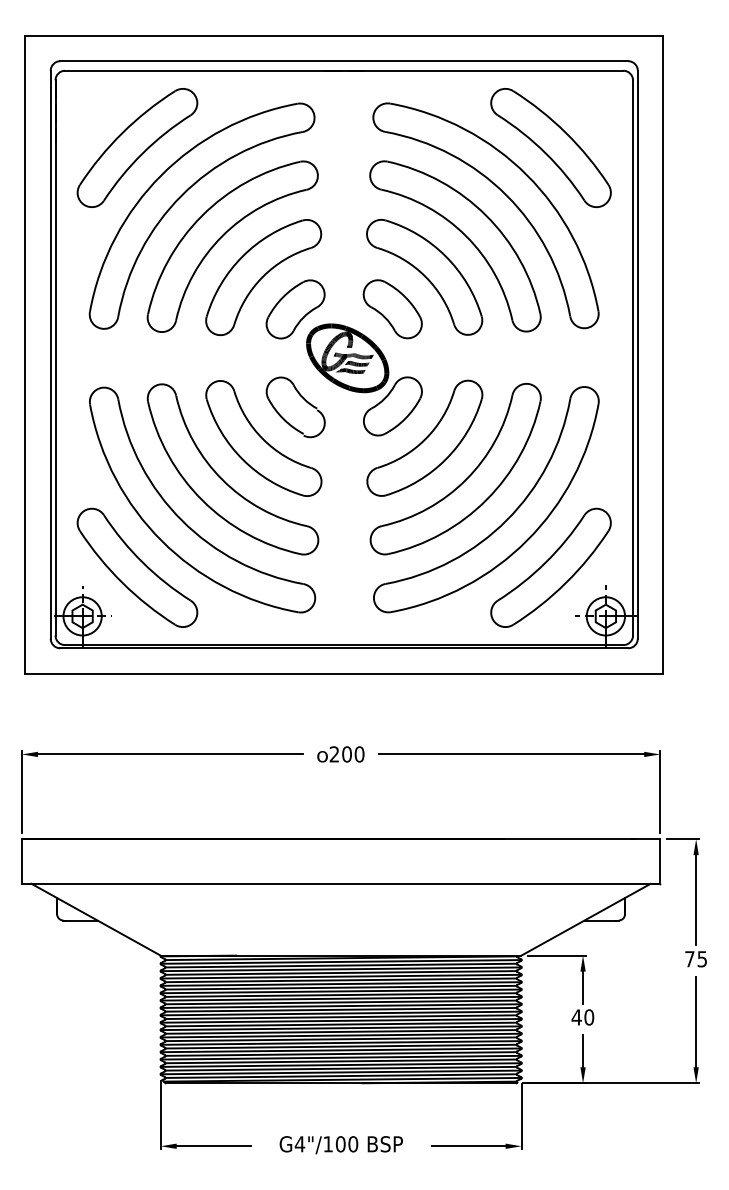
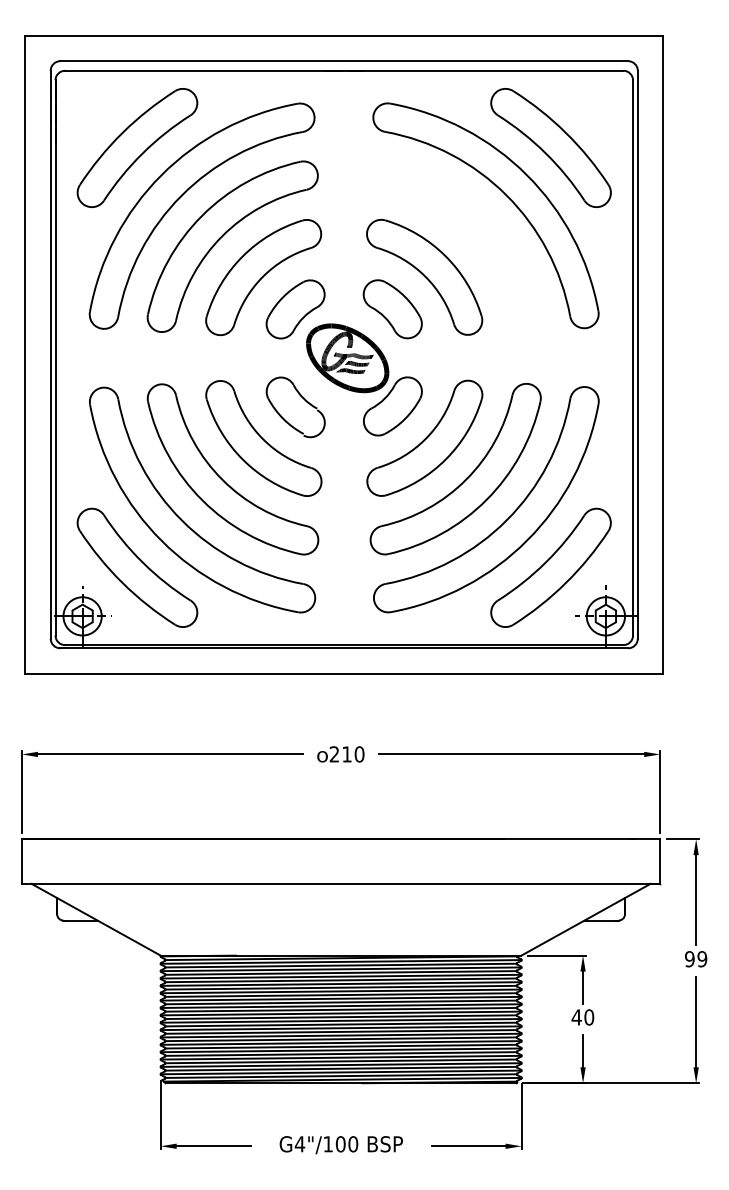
part at (465, 236): present -> none
text at (346, 754): 200 -> 210
text at (696, 959): 75 -> 99
